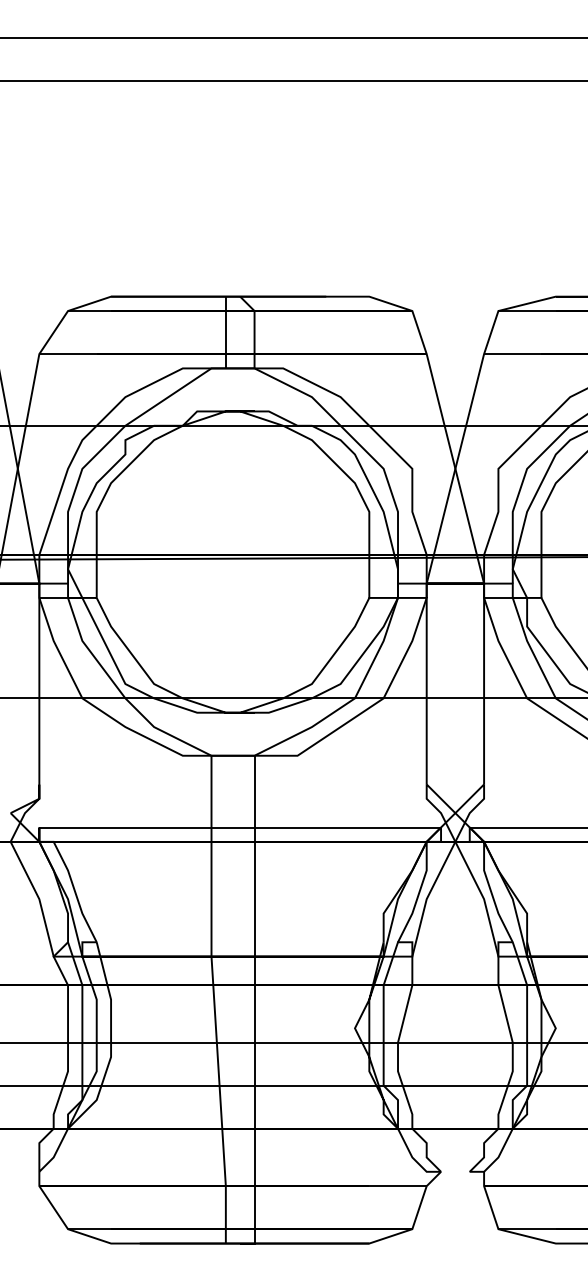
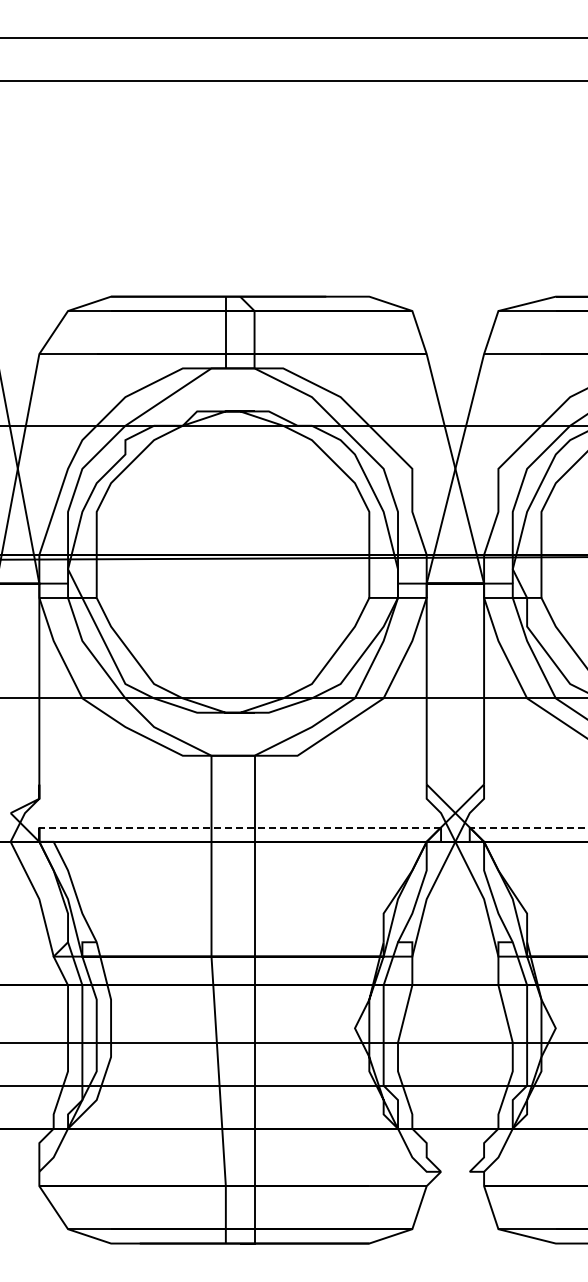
line at (240, 827): solid -> dashed
line at (528, 827): solid -> dashed
